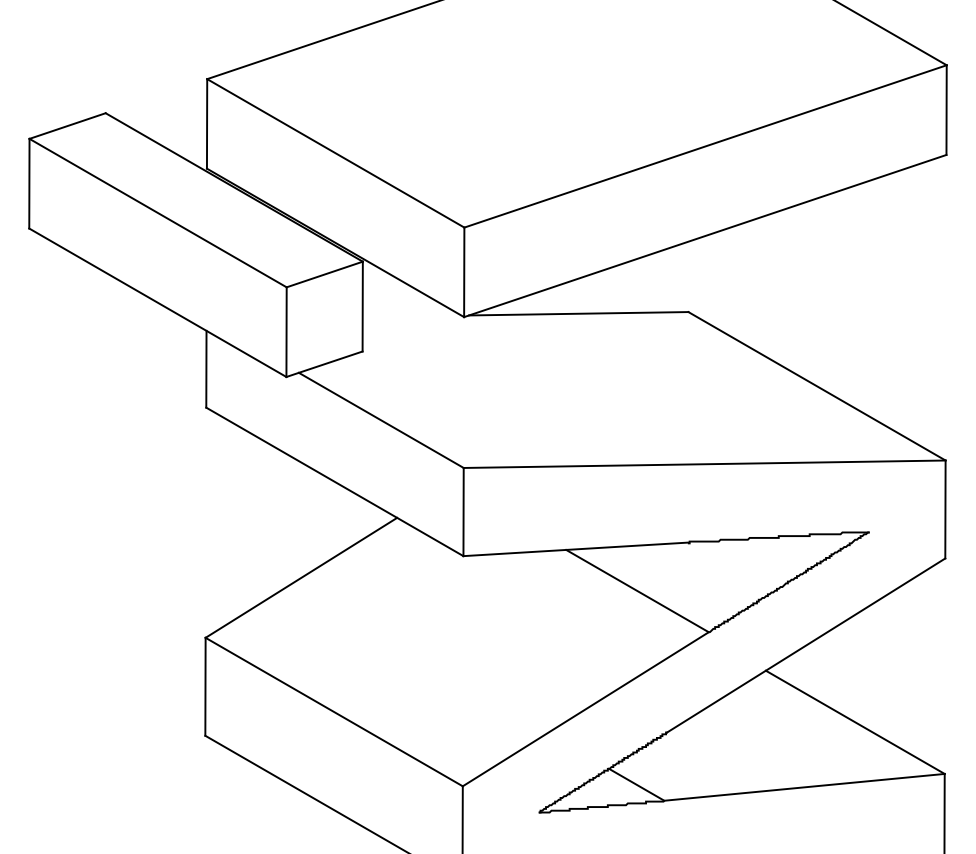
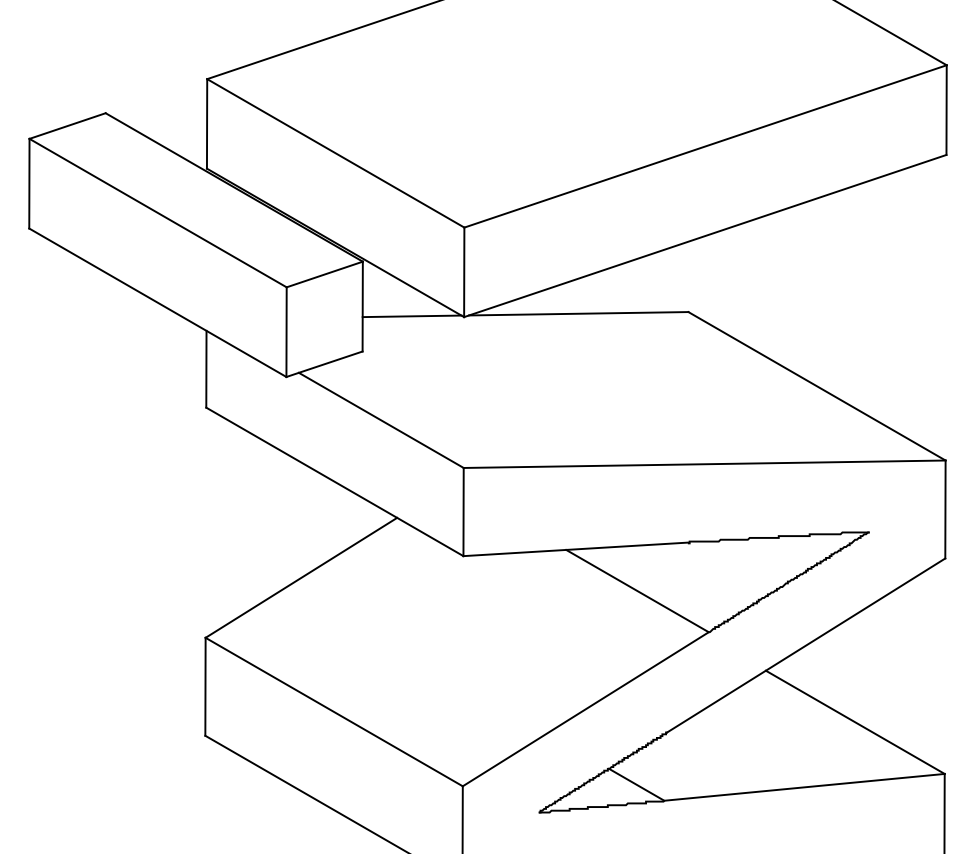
line at (411, 316): none -> present
